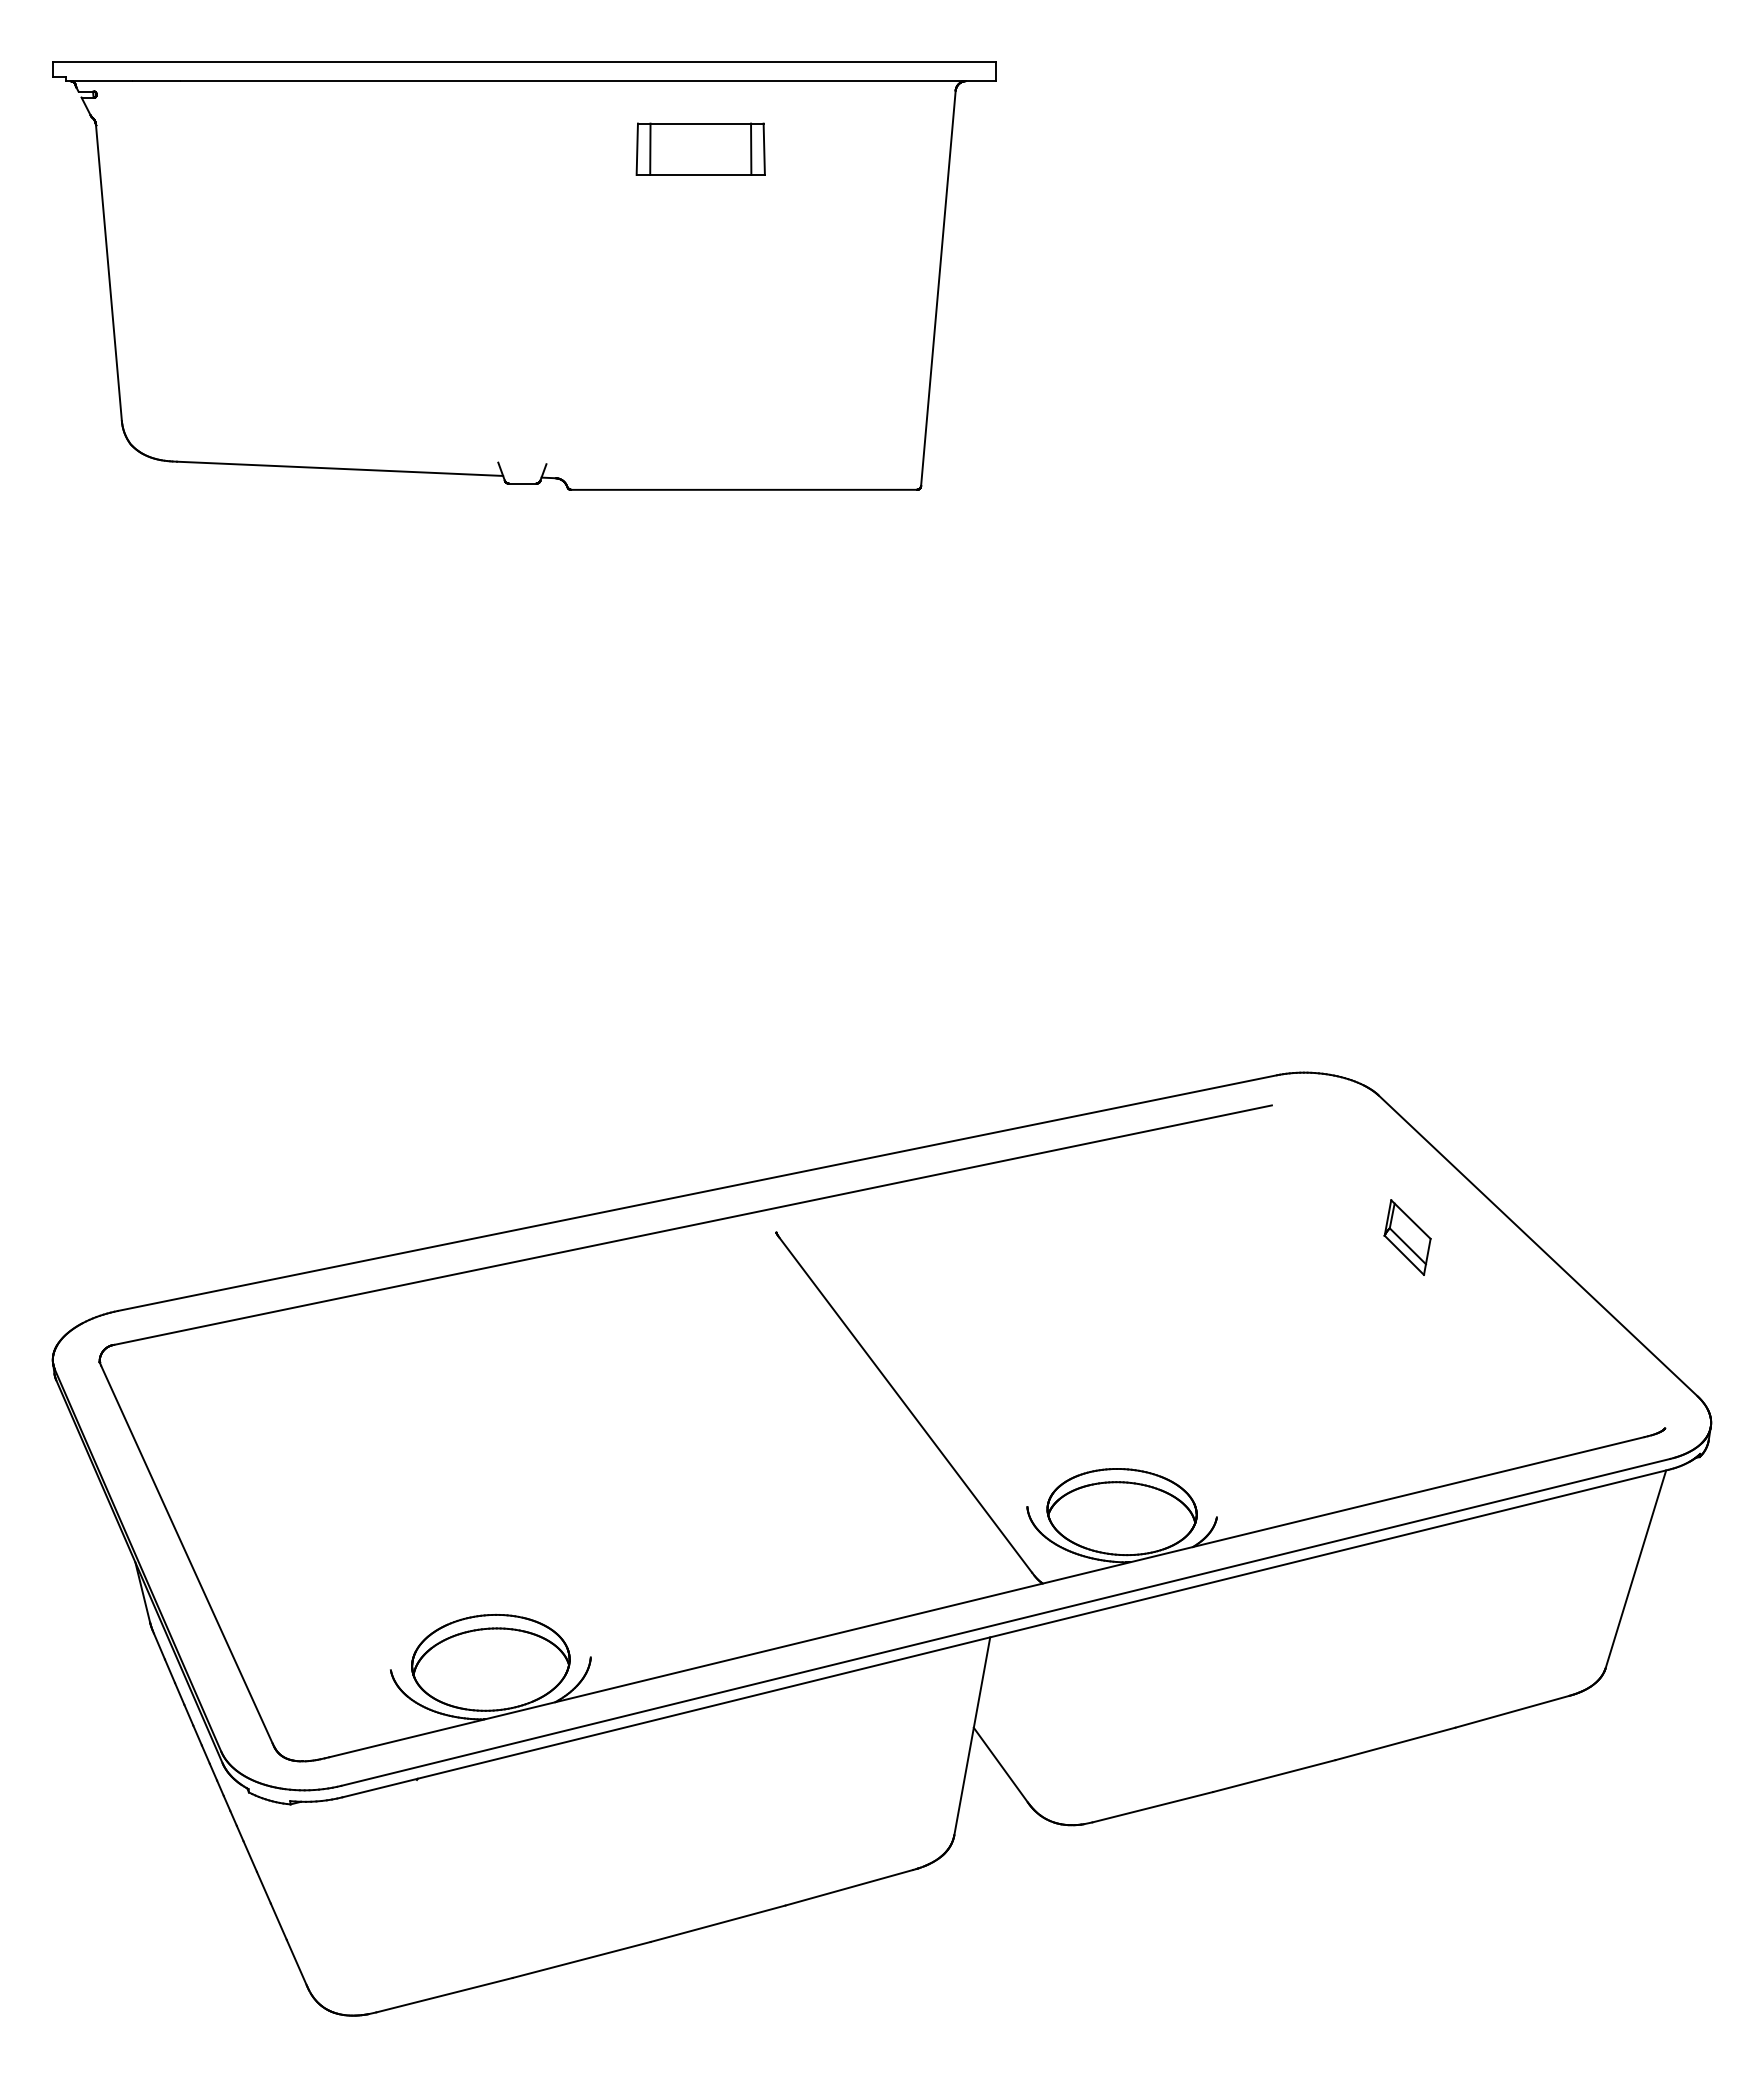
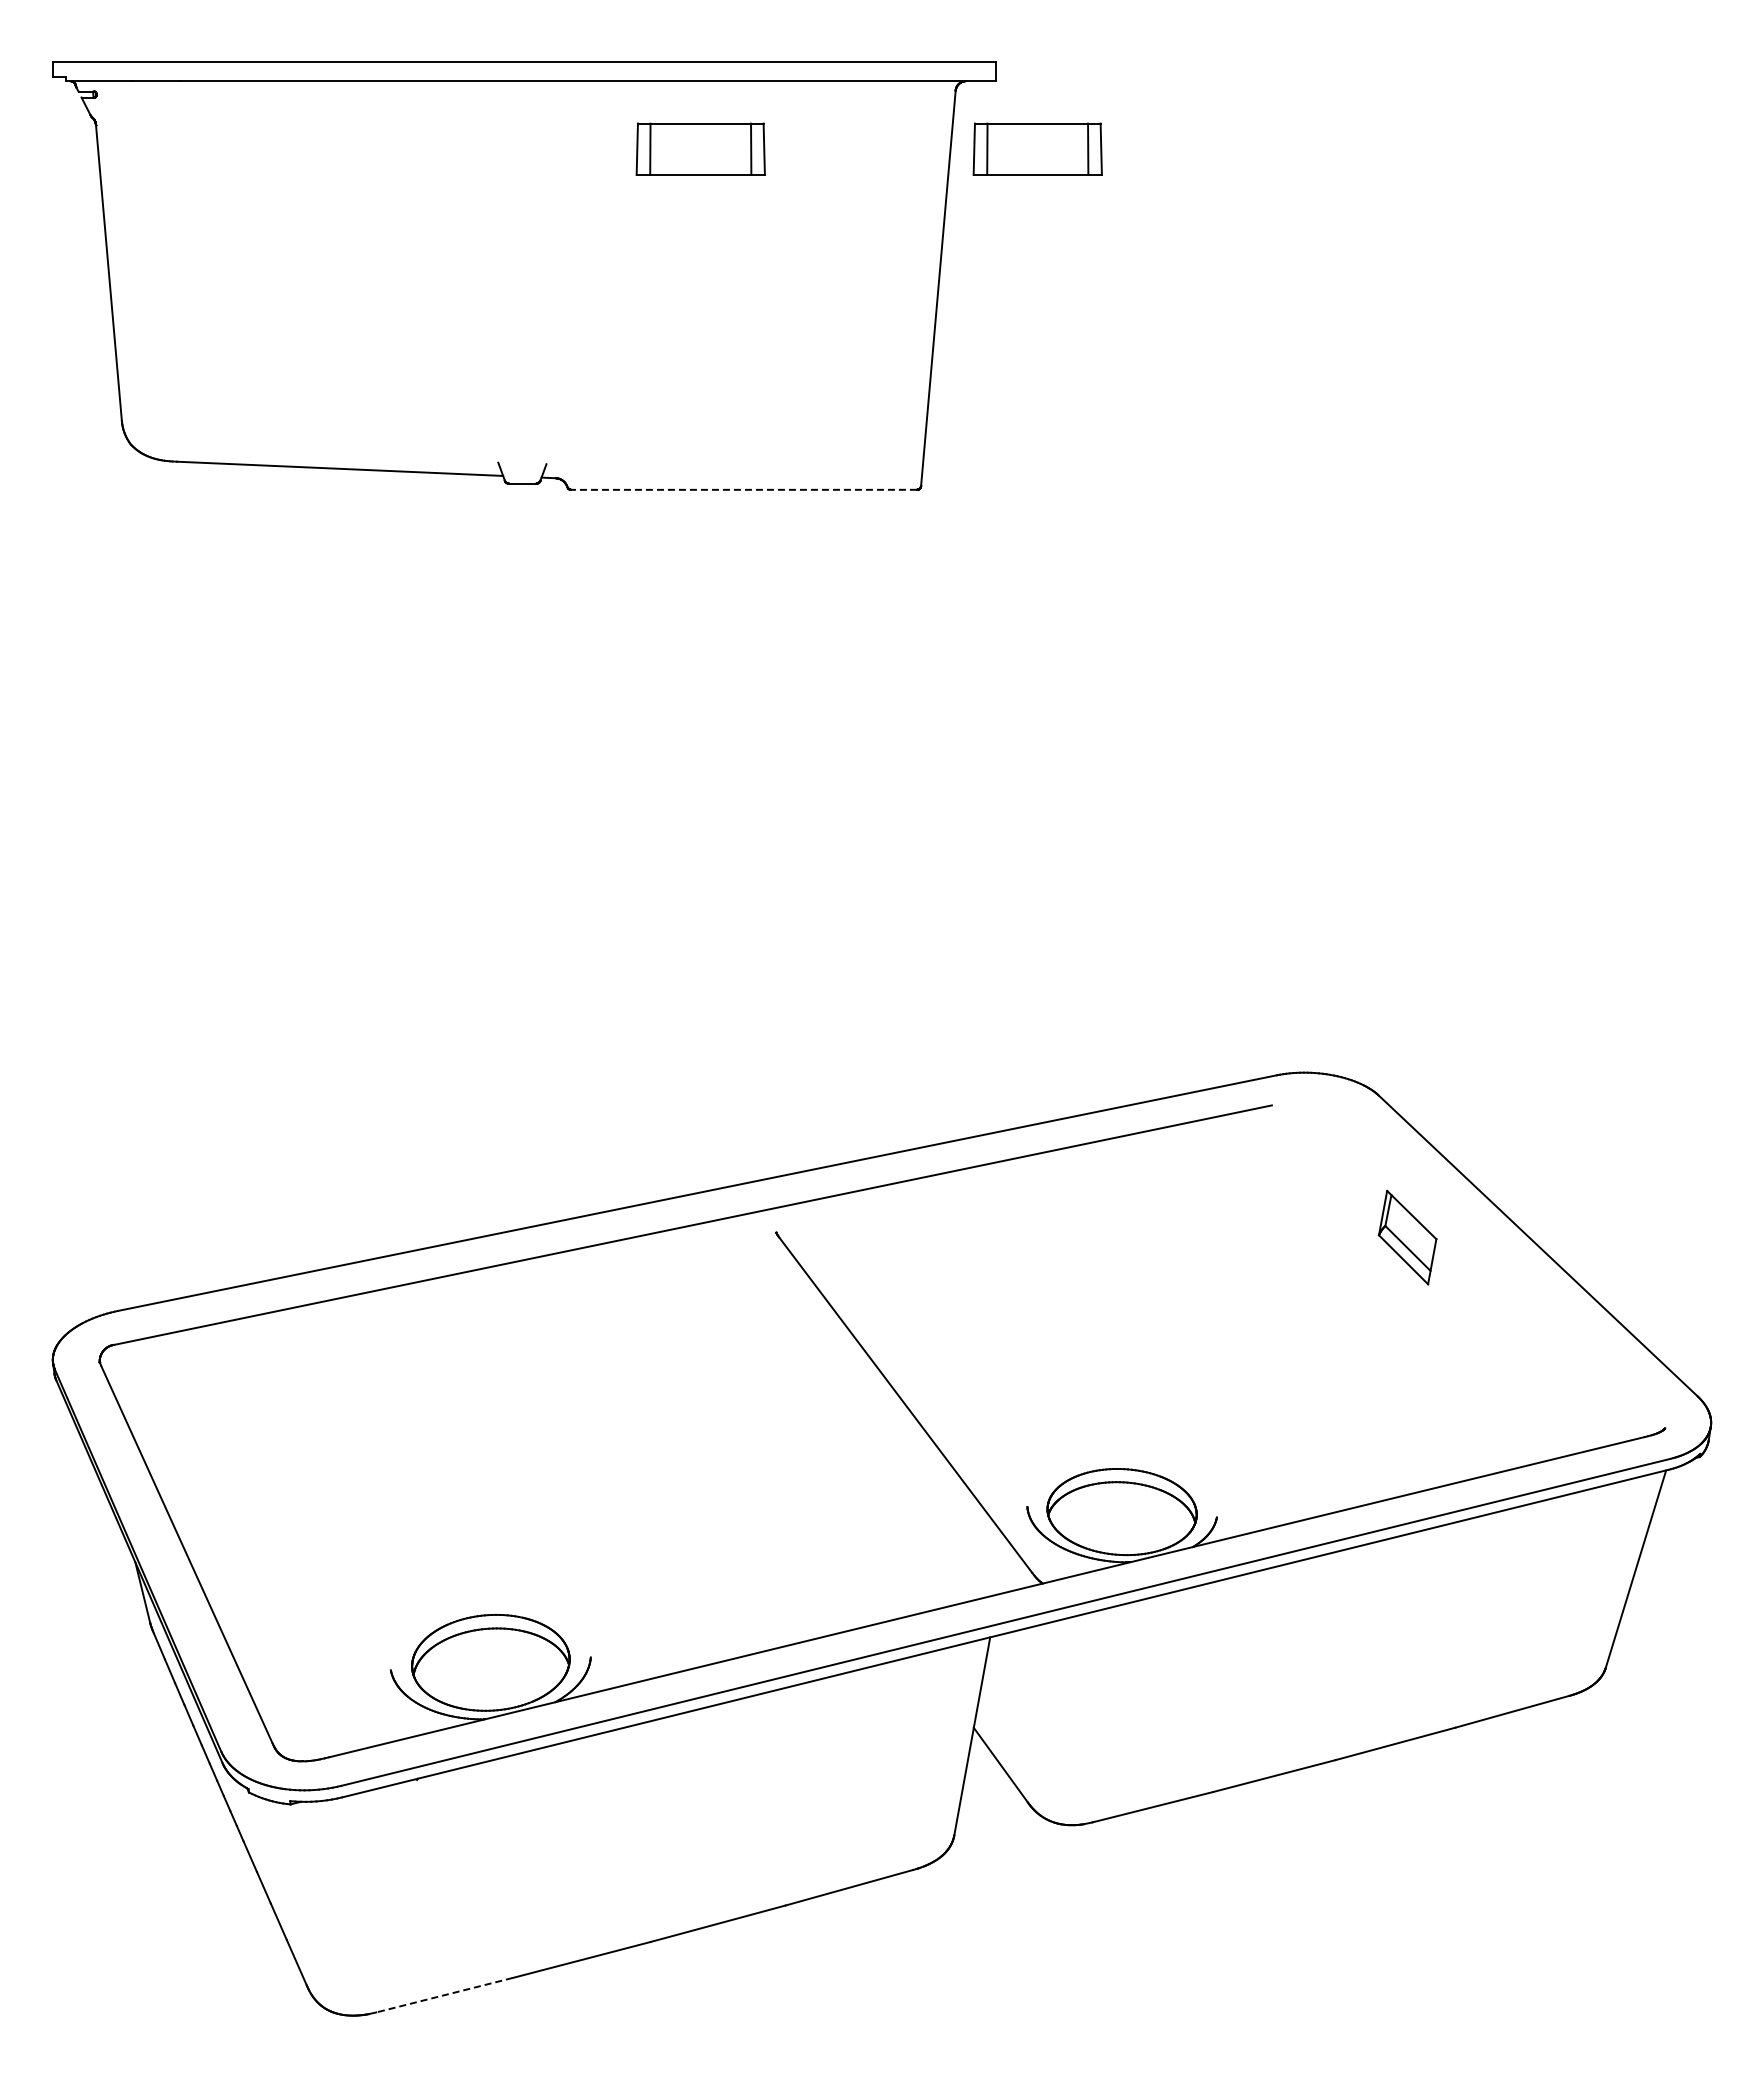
part at (1037, 148): none -> present
line at (744, 489): solid -> dashed
part at (1407, 1237) size: 49x77 px -> 61x97 px
line at (444, 1995): solid -> dashed
